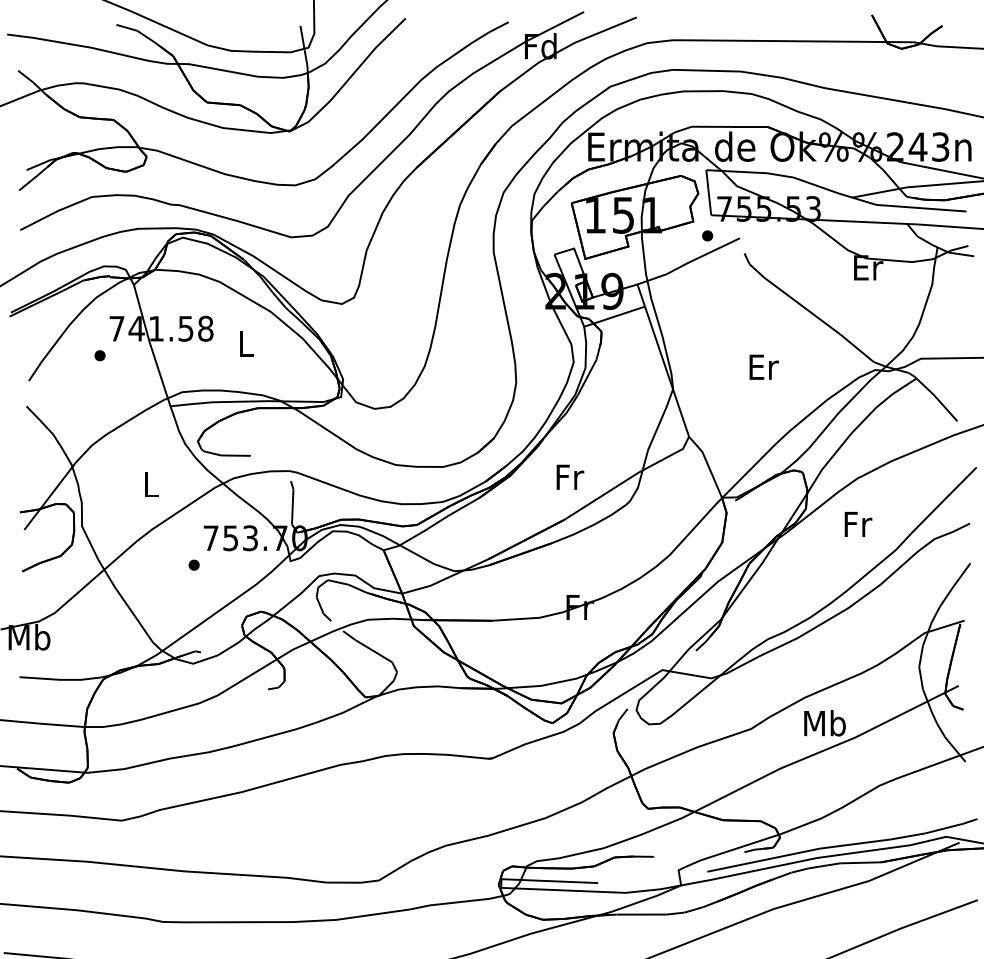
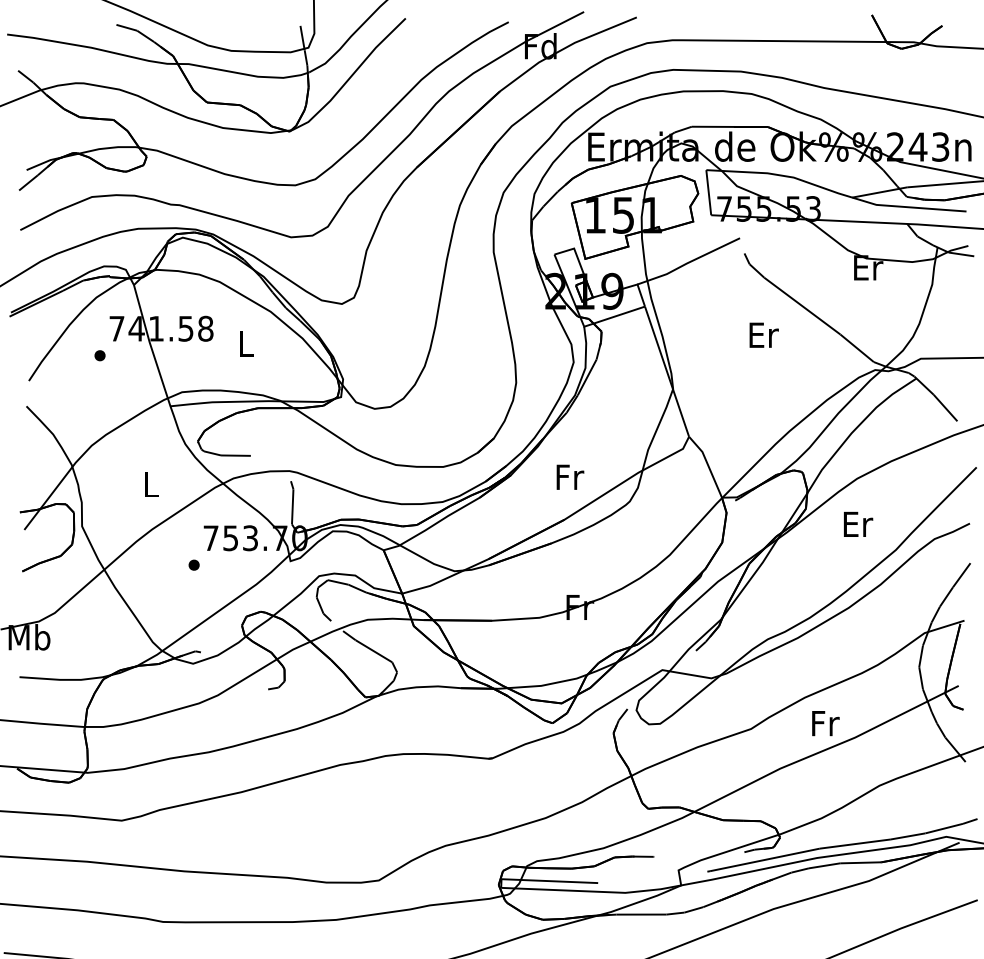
part at (707, 235): present -> none
text at (763, 366) position: (763, 366) -> (763, 334)
text at (858, 523): Fr -> Er
text at (824, 723): Mb -> Fr
